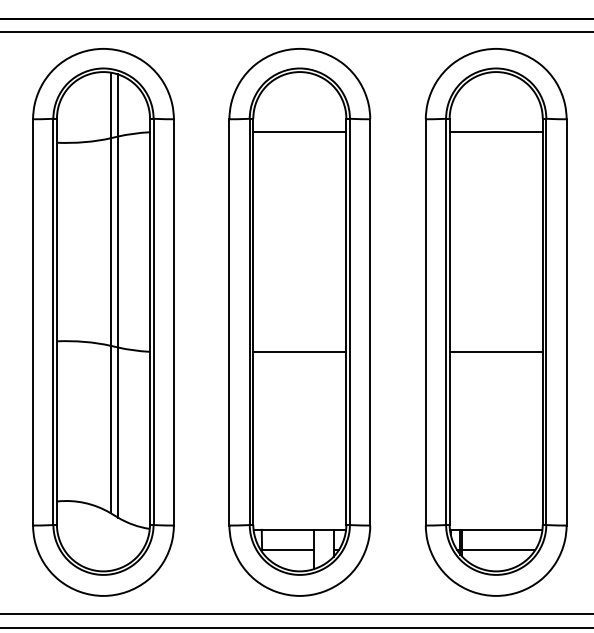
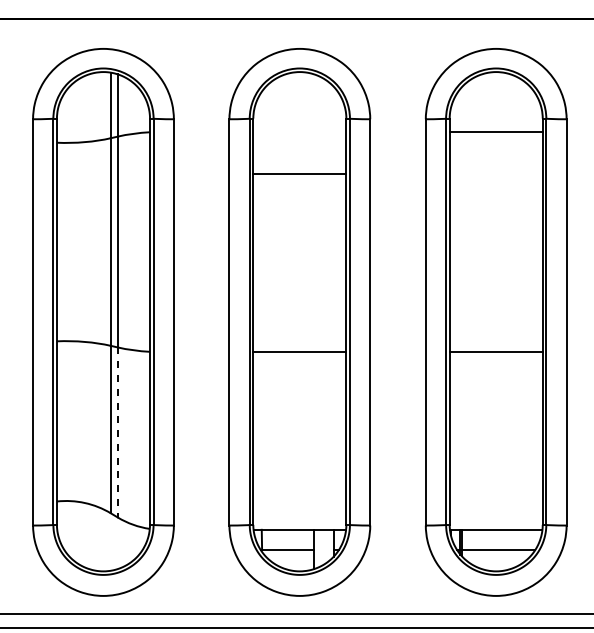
line at (296, 32): present -> none
line at (299, 131) position: (299, 131) -> (299, 173)
line at (117, 432): solid -> dashed
